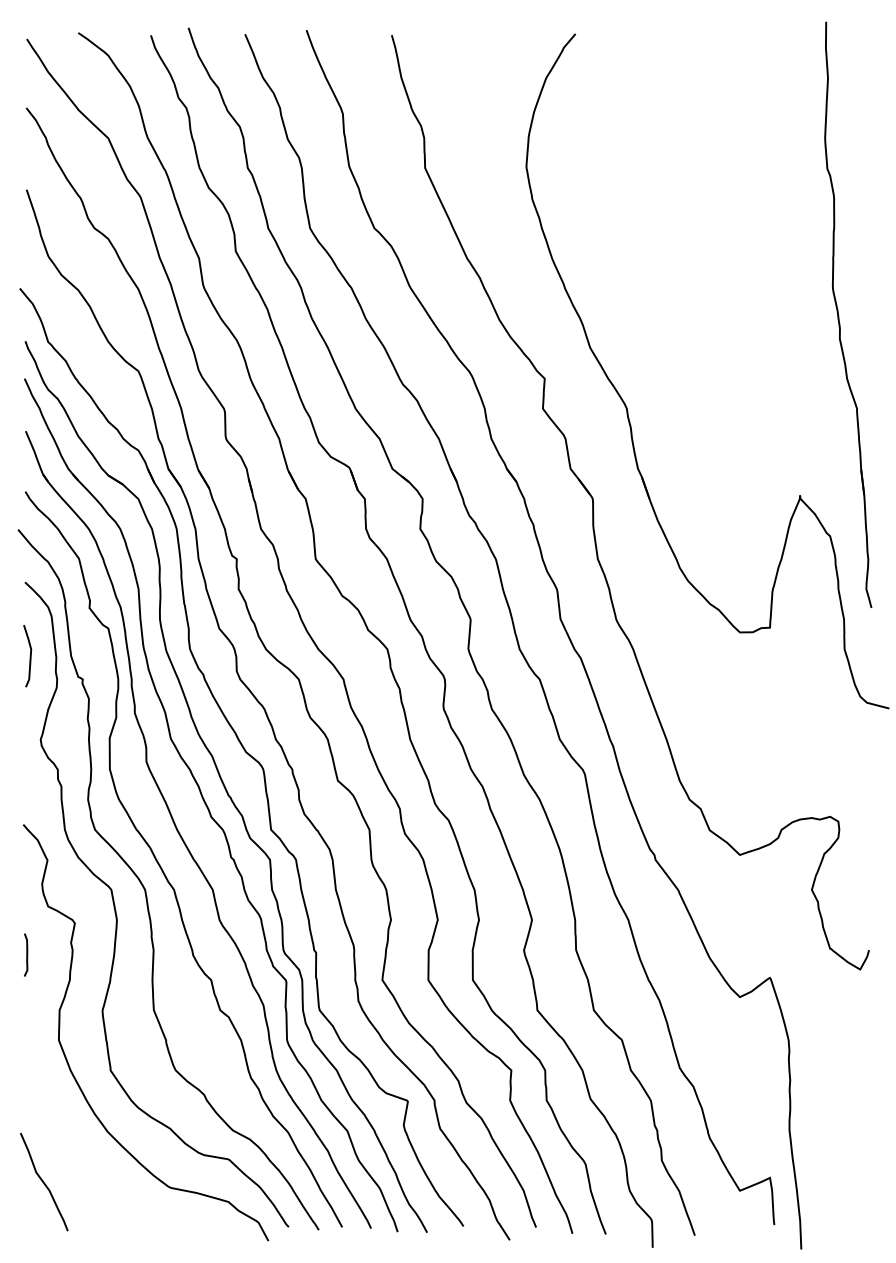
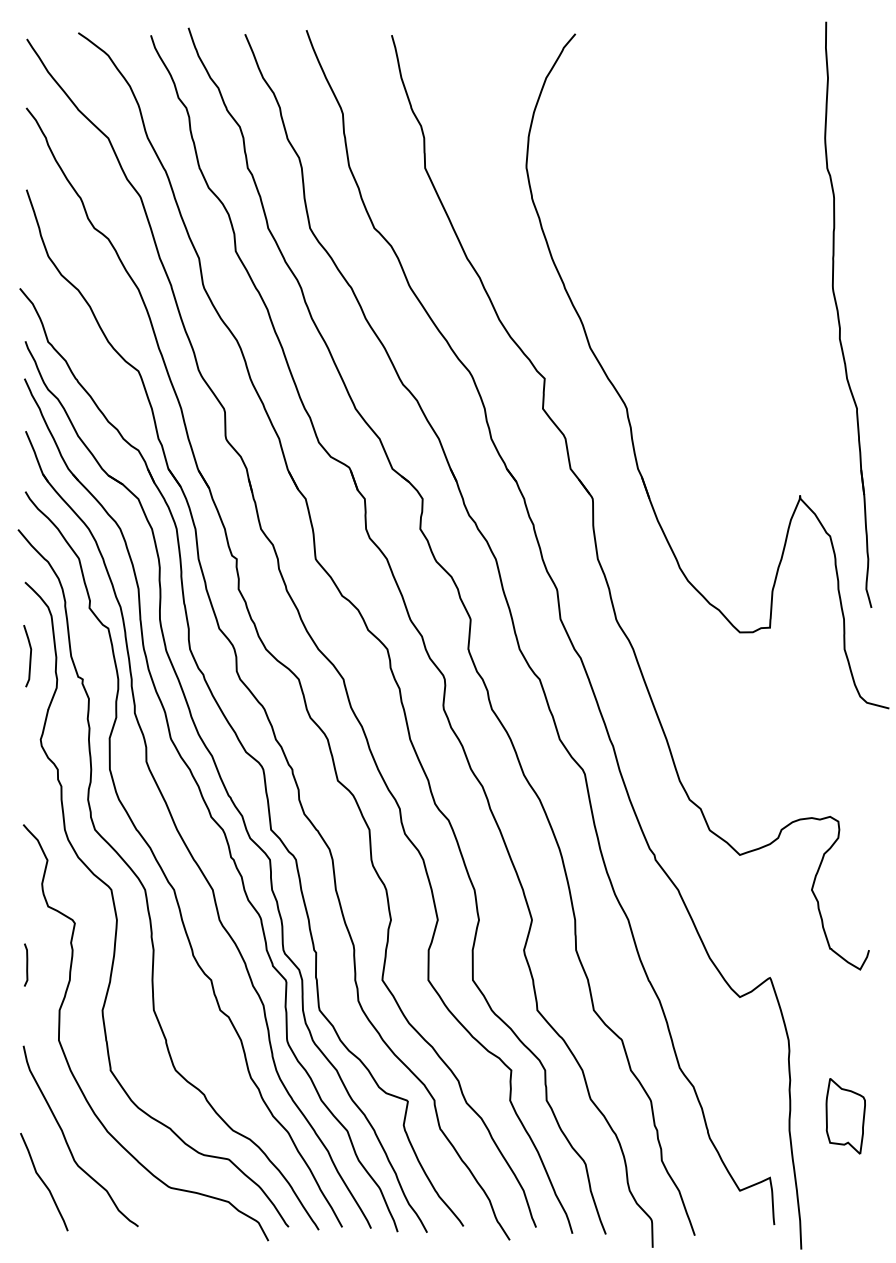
curve at (26, 954) position: (26, 954) -> (26, 964)
part at (845, 1116): none -> present
curve at (67, 1141): none -> present
